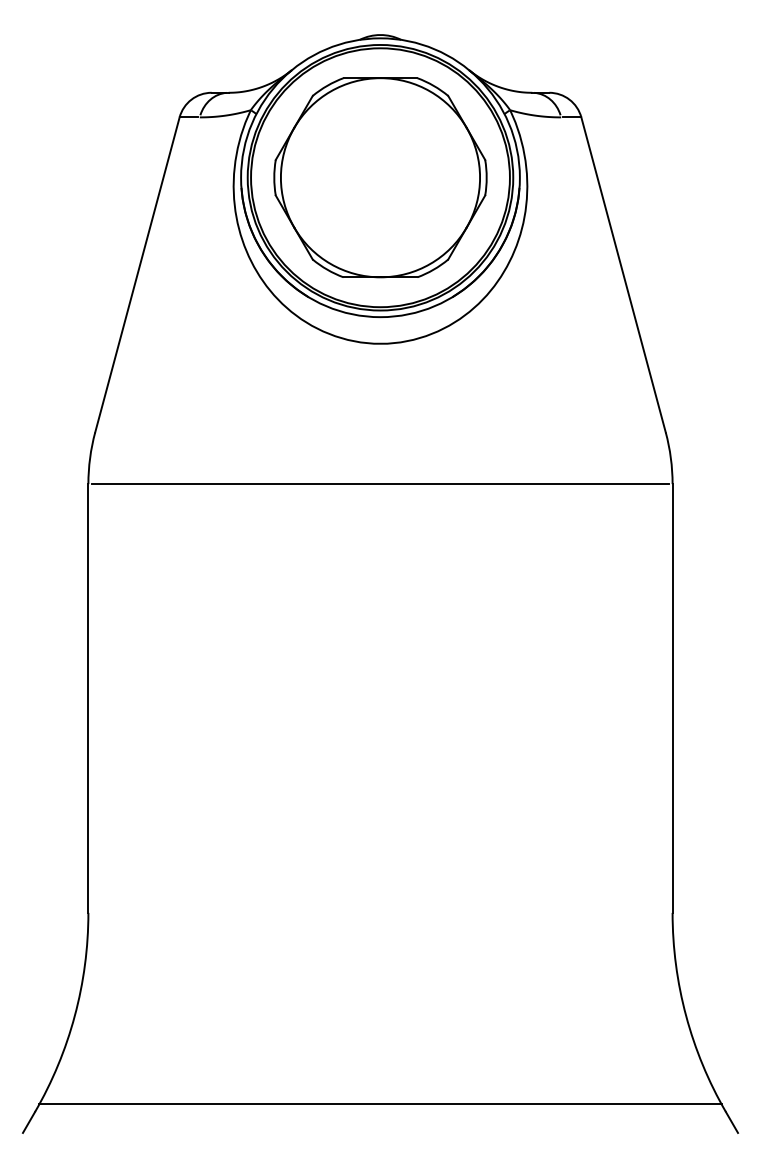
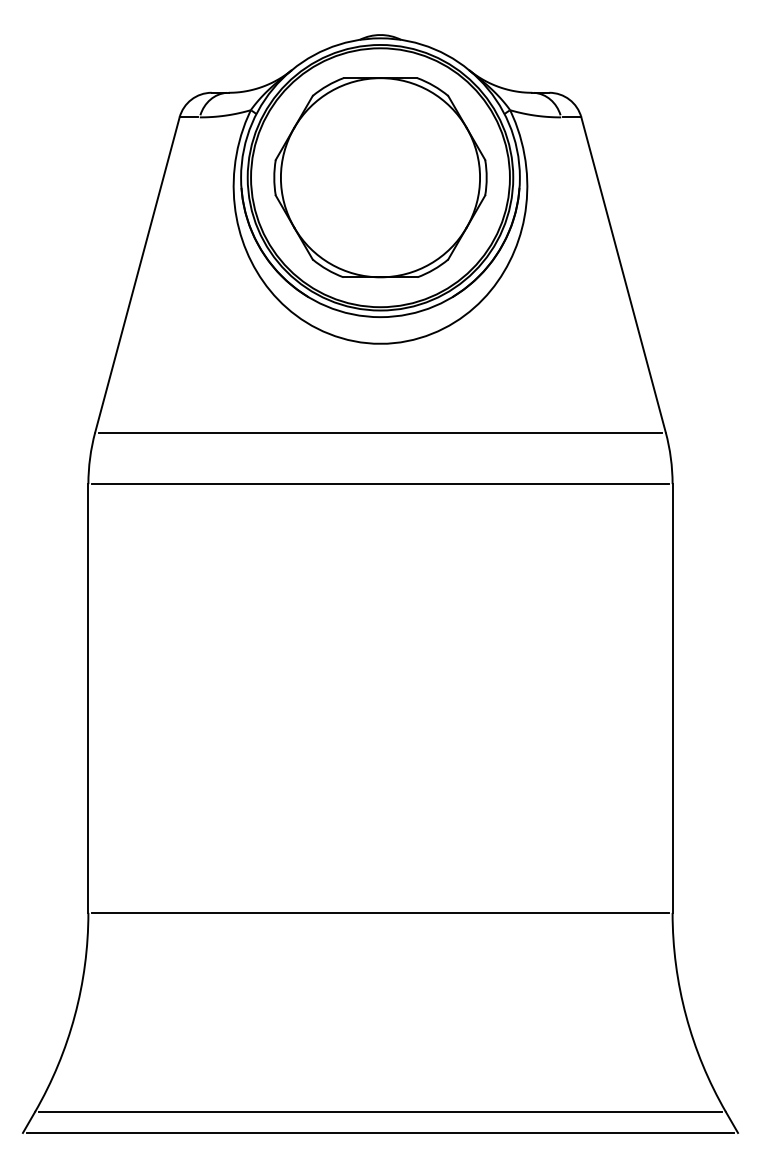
line at (380, 432): none -> present
line at (380, 912): none -> present
line at (380, 1104) position: (380, 1104) -> (380, 1112)
line at (380, 1132): none -> present
